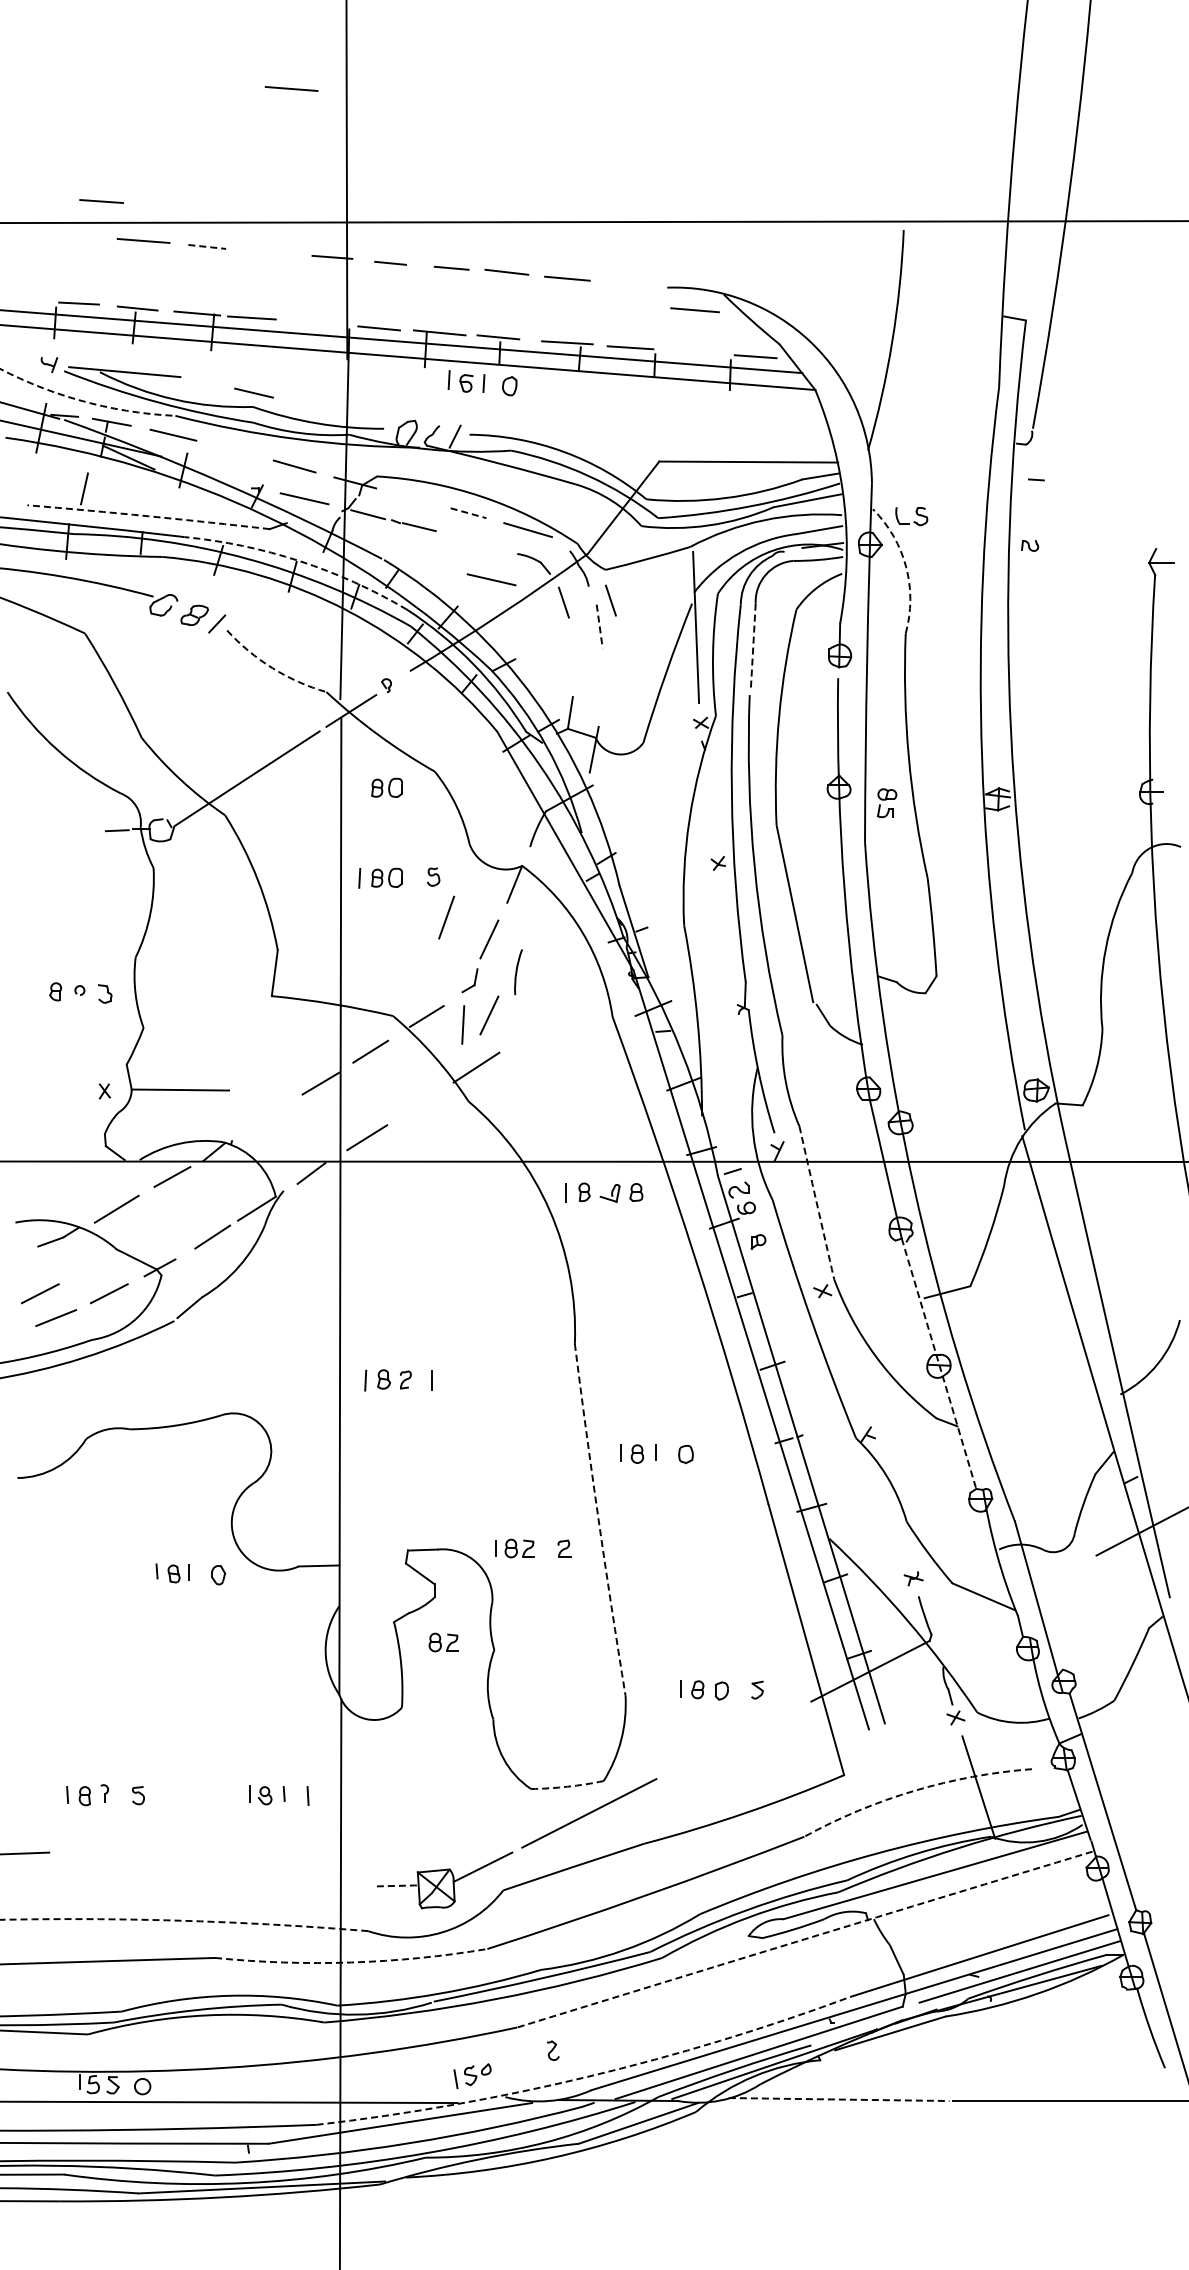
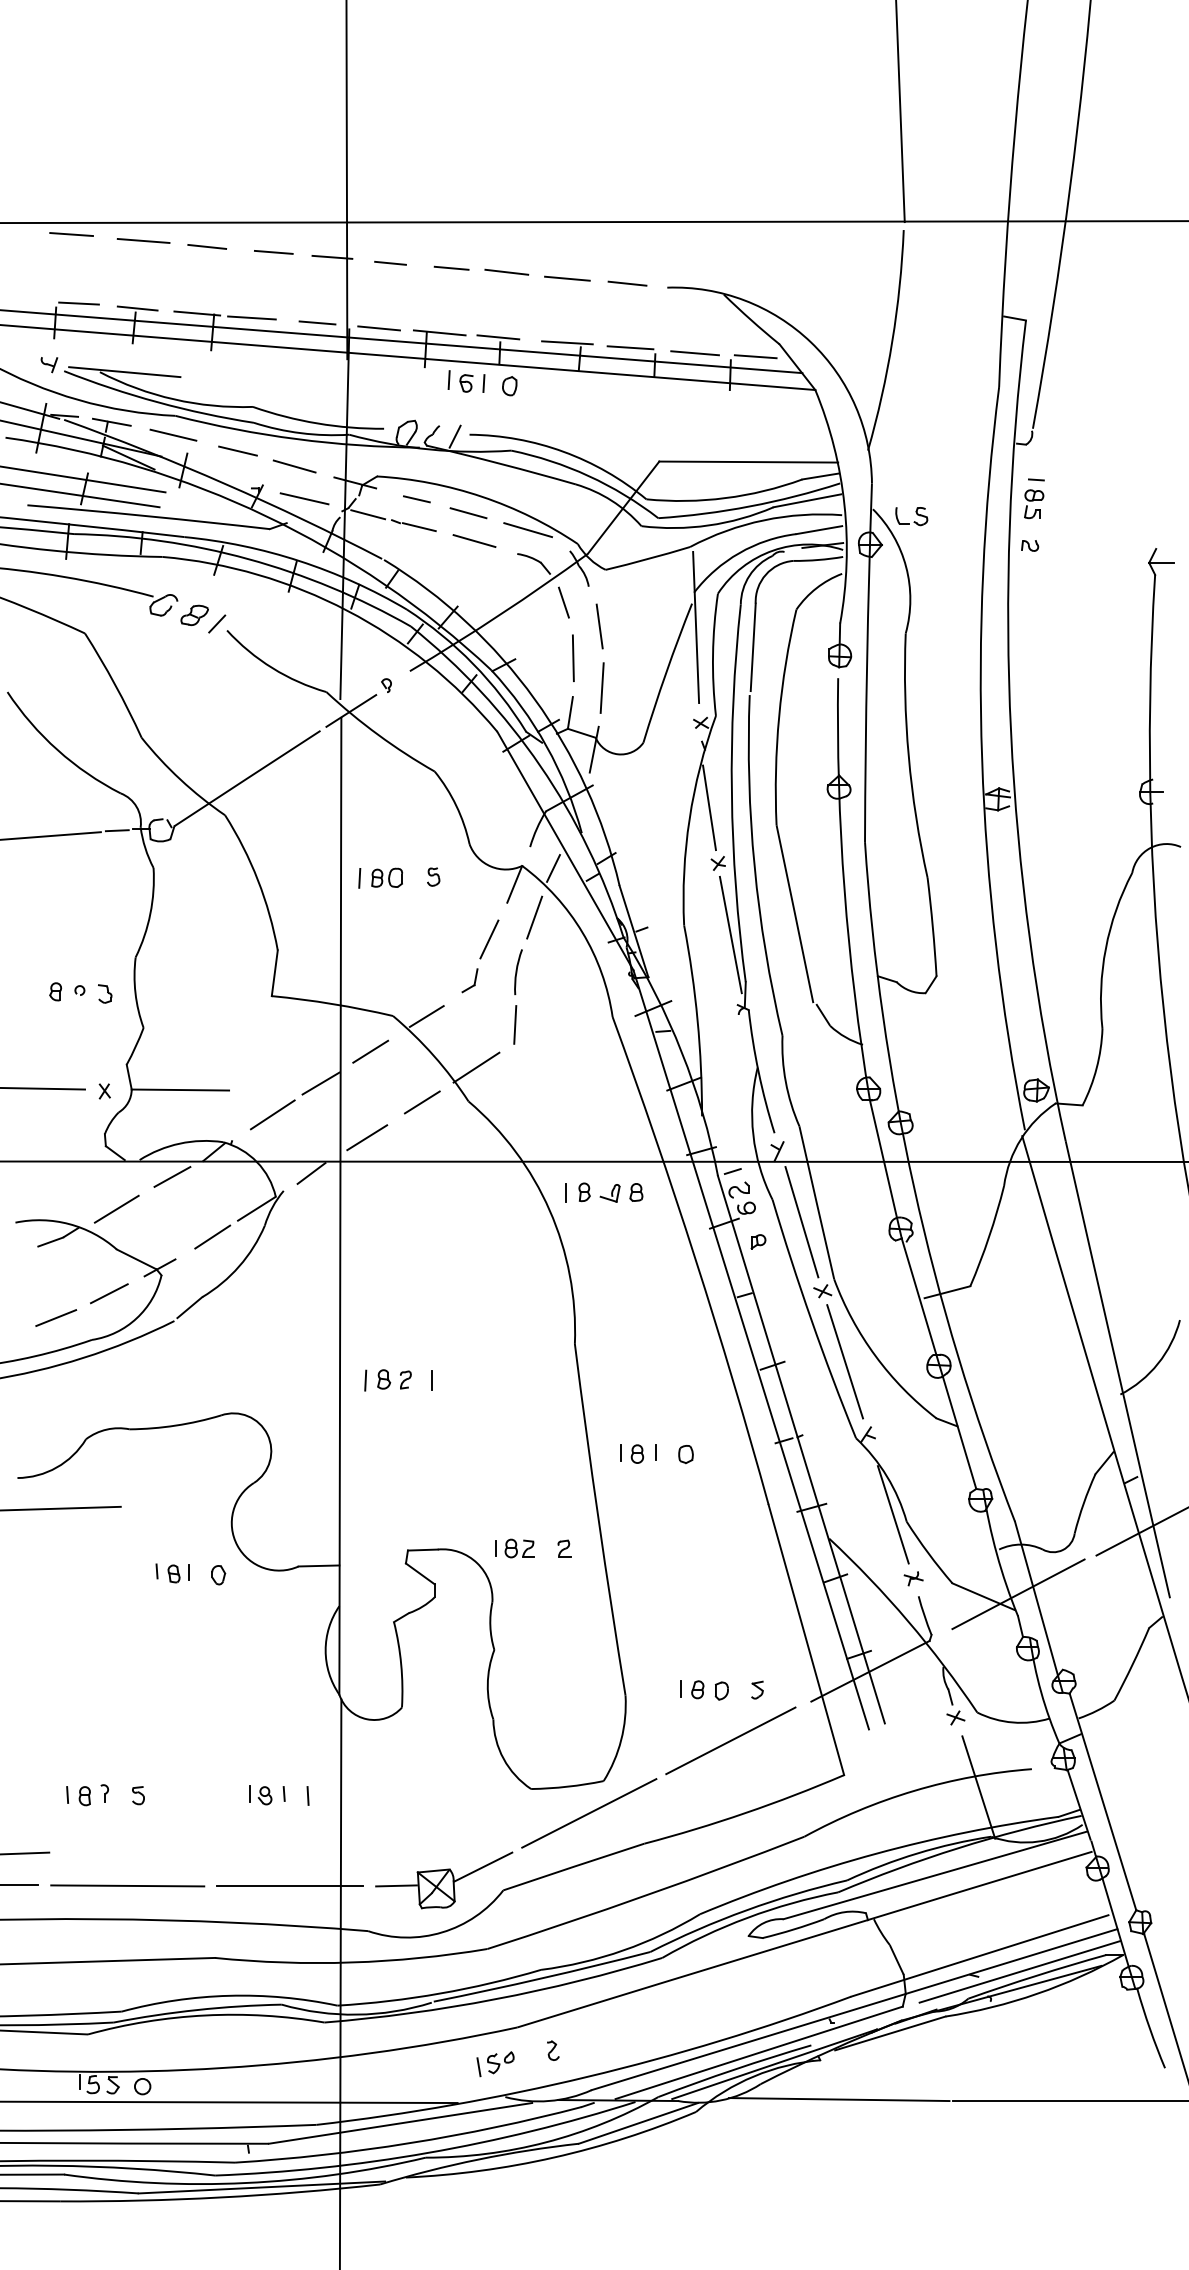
line at (291, 88): present -> none
line at (900, 112): none -> present
line at (101, 201) position: (101, 201) -> (71, 234)
line at (207, 246): dashed -> solid
line at (273, 251): none -> present
line at (627, 283): none -> present
line at (694, 310) position: (694, 310) -> (694, 353)
line at (317, 322): none -> present
line at (253, 392) position: (253, 392) -> (237, 450)
arc at (85, 401): dashed -> solid
line at (83, 479): none -> present
line at (80, 495): none -> present
line at (416, 499): none -> present
line at (468, 513): dashed -> solid
arc at (148, 516): dashed -> solid
line at (474, 540): none -> present
arc at (299, 561): dashed -> solid
arc at (906, 566): dashed -> solid
line at (491, 579): present -> none
line at (610, 600): present -> none
line at (599, 626): dashed -> solid
line at (753, 647): dashed -> solid
line at (572, 658): none -> present
arc at (272, 668): dashed -> solid
line at (601, 687): none -> present
part at (386, 787): present -> none
part at (887, 802) position: (887, 802) -> (1034, 503)
line at (709, 807): none -> present
line at (51, 835): none -> present
line at (553, 868): none -> present
line at (446, 917) position: (446, 917) -> (534, 917)
line at (730, 934): none -> present
line at (489, 1015): present -> none
line at (463, 1024) position: (463, 1024) -> (515, 1024)
line at (43, 1088): none -> present
line at (421, 1102): none -> present
line at (272, 1114): none -> present
arc at (816, 1202): dashed -> solid
line at (801, 1222): none -> present
line at (40, 1293): present -> none
line at (845, 1361): none -> present
line at (939, 1363): dashed -> solid
line at (61, 1508): none -> present
line at (892, 1514): none -> present
arc at (598, 1519): dashed -> solid
line at (1018, 1594): none -> present
part at (443, 1642): present -> none
line at (730, 1740): none -> present
arc at (567, 1786): dashed -> solid
arc at (914, 1790): dashed -> solid
line at (20, 1885): none -> present
line at (127, 1885): none -> present
line at (396, 1885): dashed -> solid
line at (290, 1886): none -> present
arc at (184, 1920): dashed -> solid
arc at (804, 1939): dashed -> solid
arc at (351, 1962): dashed -> solid
part at (472, 2076) position: (472, 2076) -> (495, 2064)
arc at (587, 2076): dashed -> solid
line at (839, 2099): dashed -> solid
